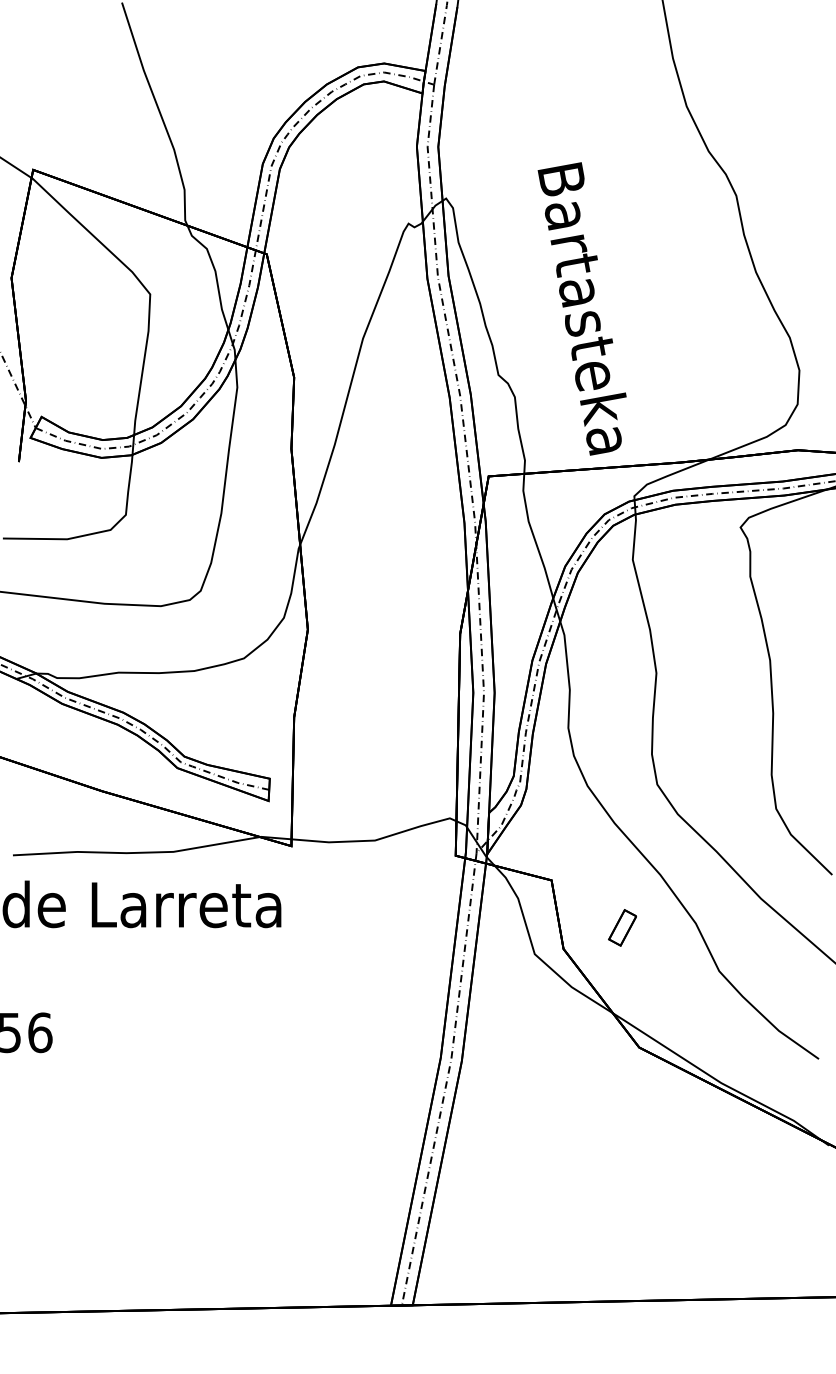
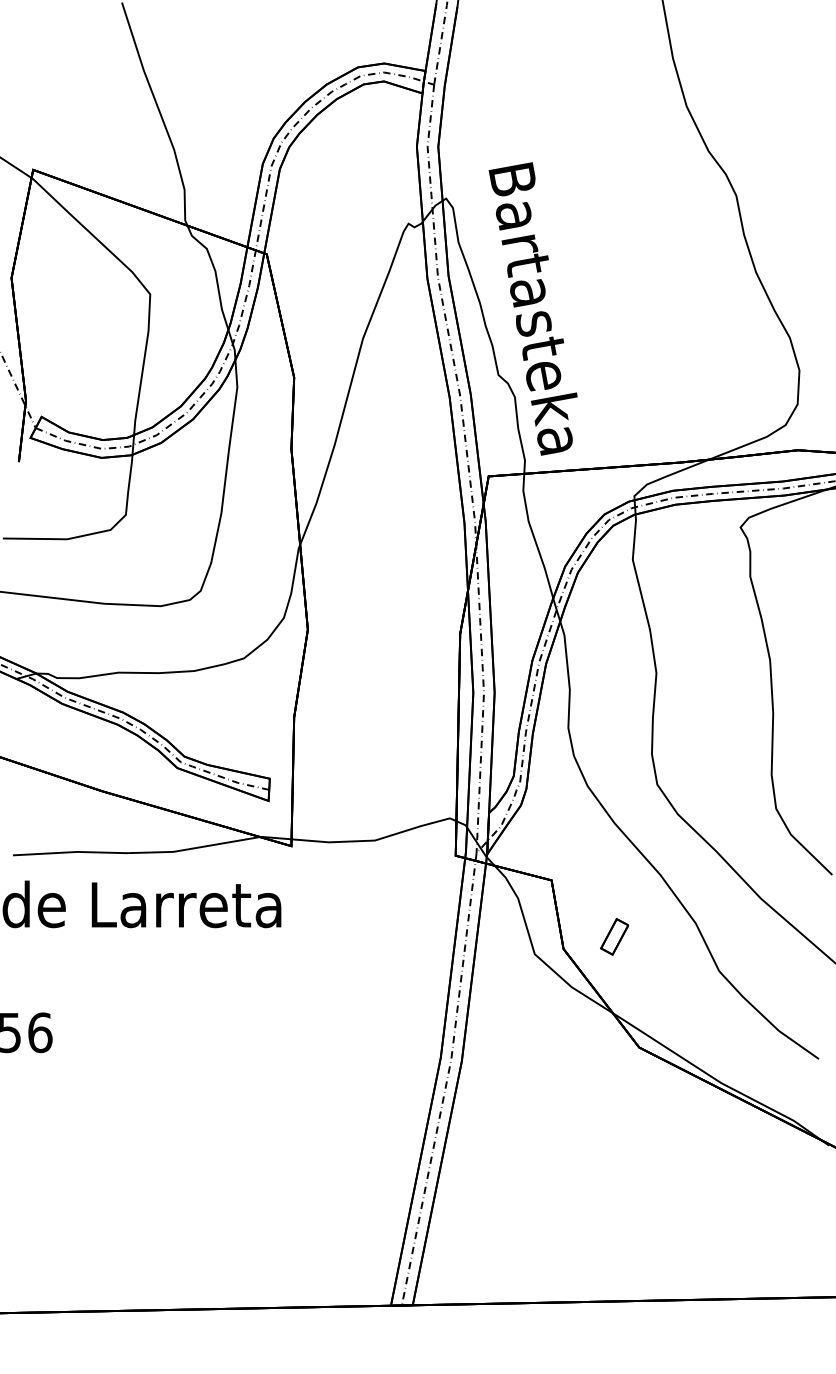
text at (581, 308) position: (581, 308) -> (532, 308)
part at (622, 927) position: (622, 927) -> (614, 936)
